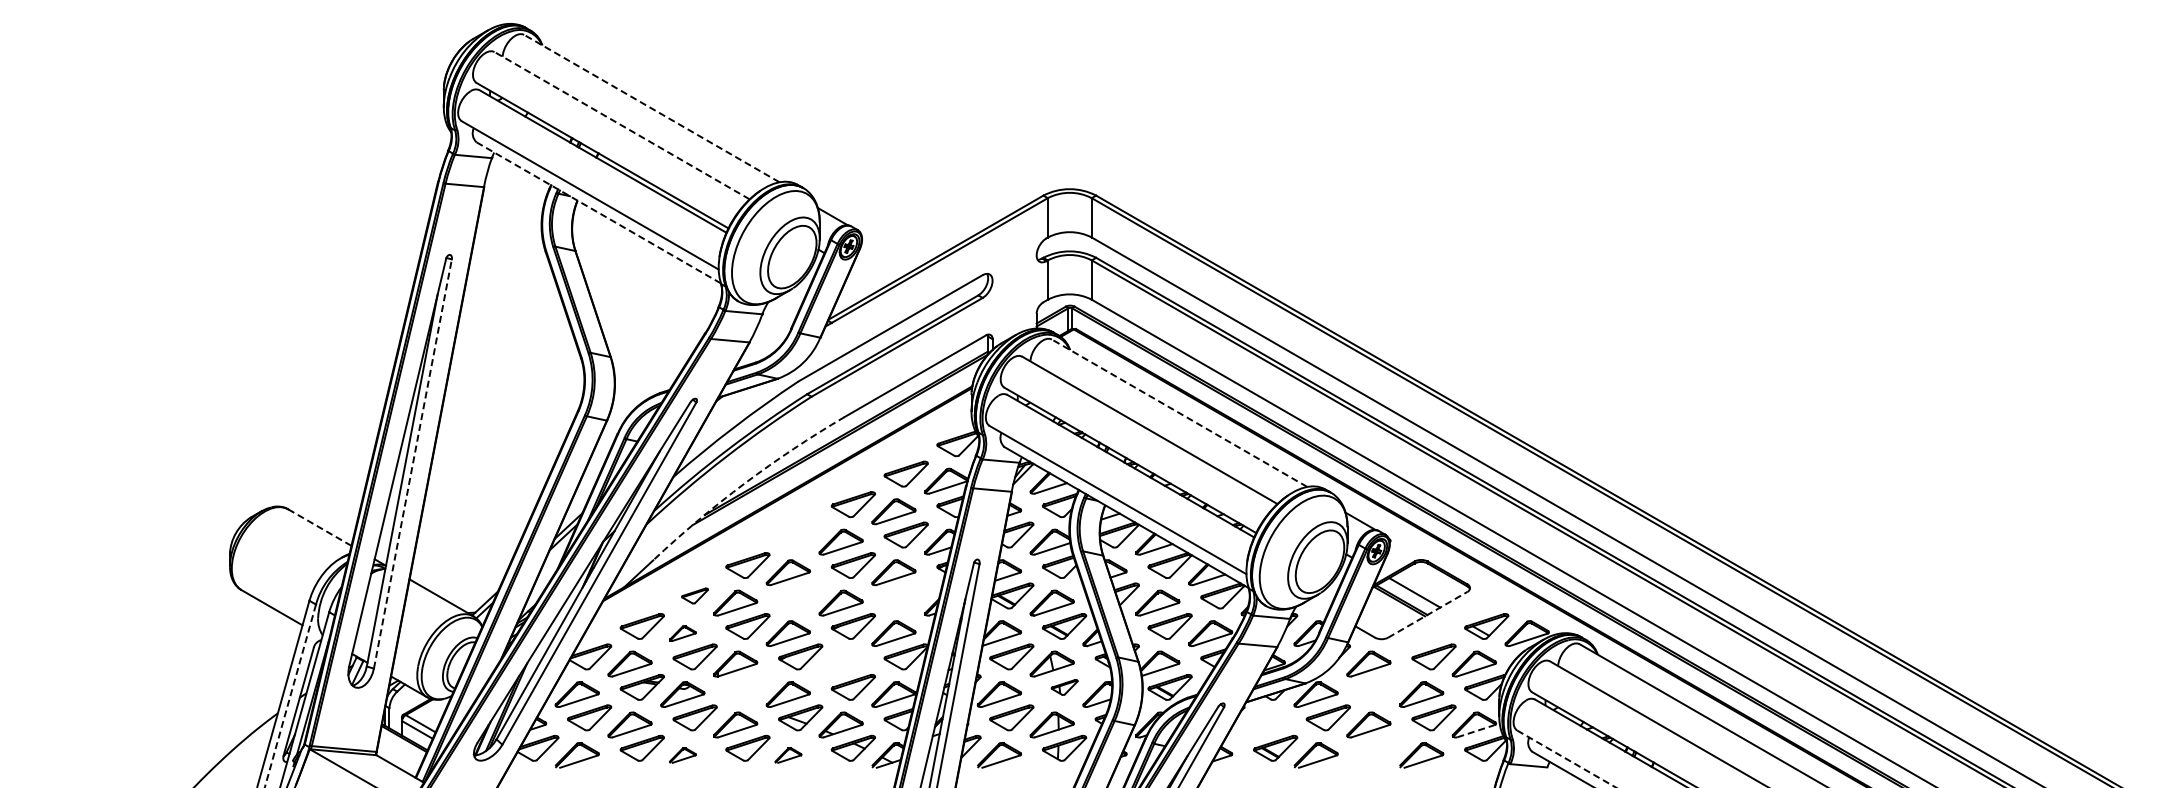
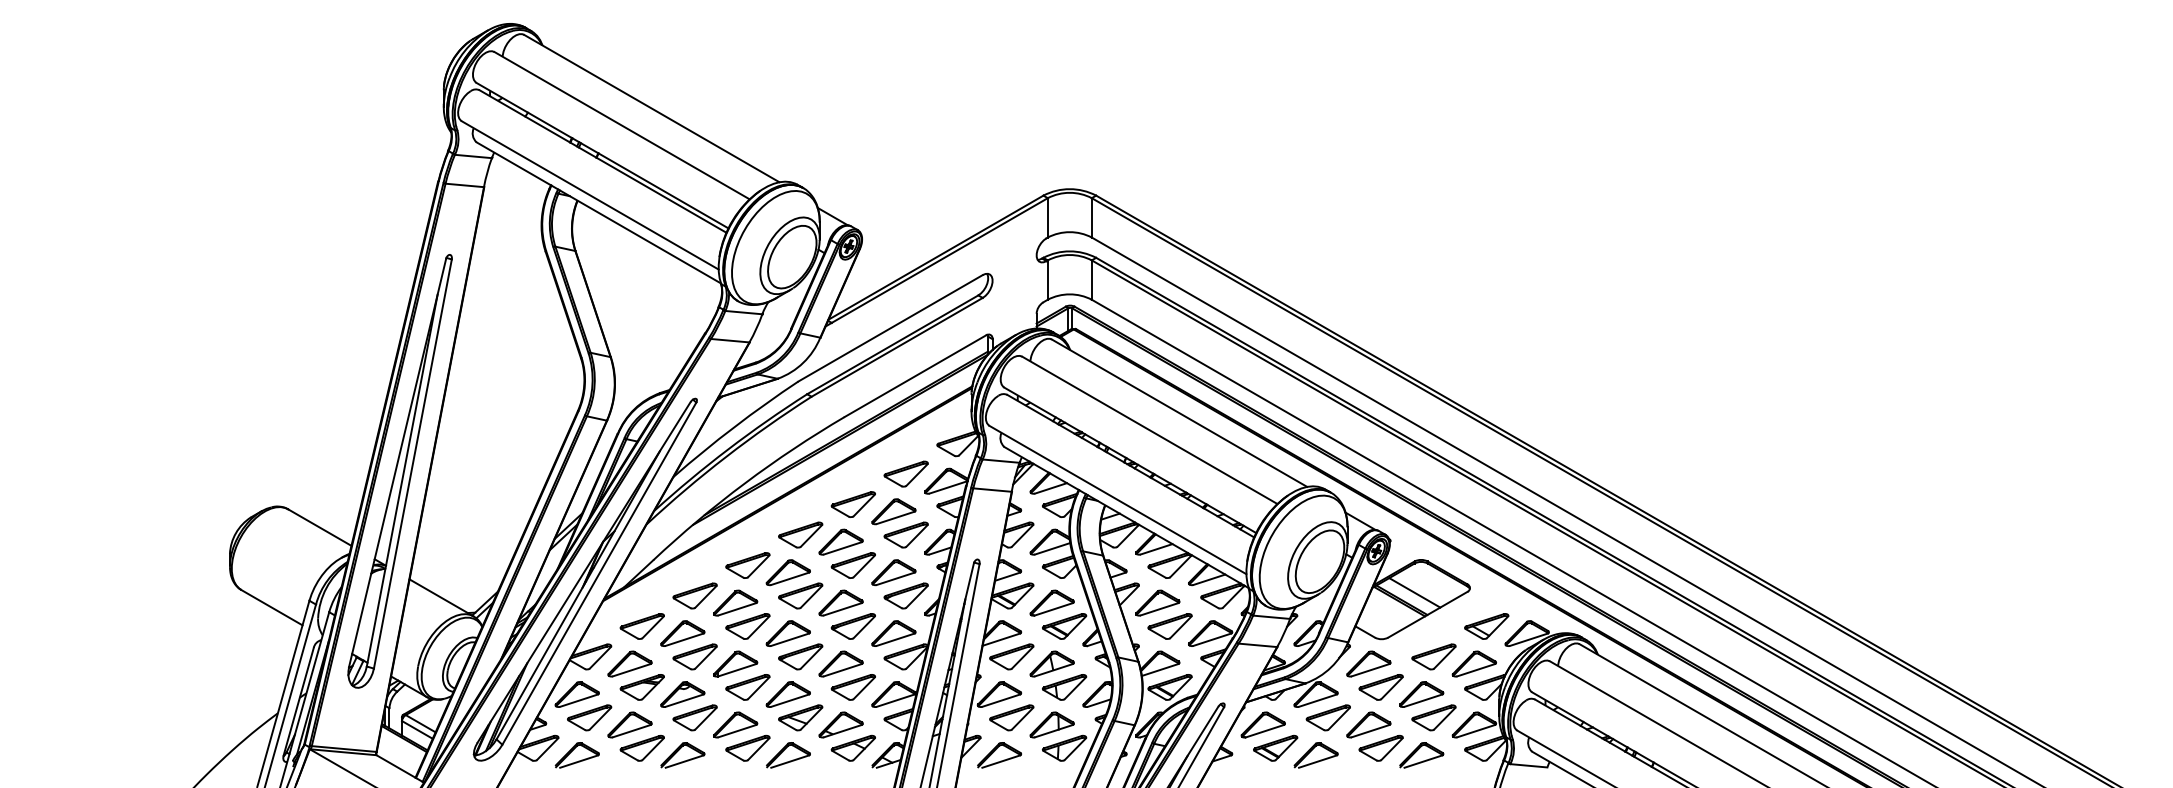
line at (651, 108): dashed -> solid
line at (621, 125): dashed -> solid
line at (599, 213): dashed -> solid
line at (1179, 412): dashed -> solid
line at (412, 463): dashed -> solid
arc at (745, 483): dashed -> solid
line at (319, 527): dashed -> solid
part at (800, 534): none -> present
part at (694, 595) size: 28x18 px -> 46x28 px
part at (800, 595): none -> present
part at (905, 595): none -> present
line at (1427, 614): dashed -> solid
part at (682, 633) size: 28x17 px -> 46x27 px
part at (840, 663): none -> present
part at (747, 687): none -> present
part at (1064, 687) size: 29x17 px -> 46x27 px
part at (1380, 687): none -> present
line at (290, 696): dashed -> solid
part at (1262, 724): none -> present
line at (1475, 731): dashed -> solid
part at (1380, 747): none -> present
part at (682, 755) size: 28x17 px -> 46x27 px
part at (788, 755) size: 29x17 px -> 45x27 px
line at (1567, 759): dashed -> solid
